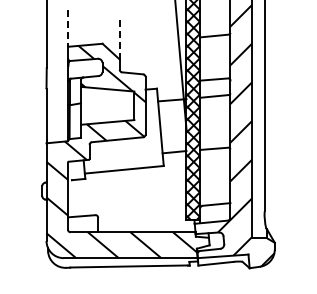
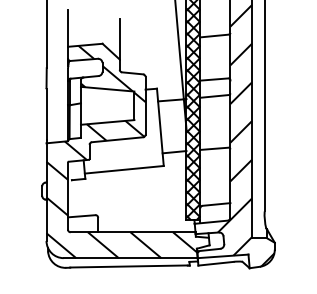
line at (68, 29): dashed -> solid
line at (119, 38): dashed -> solid
